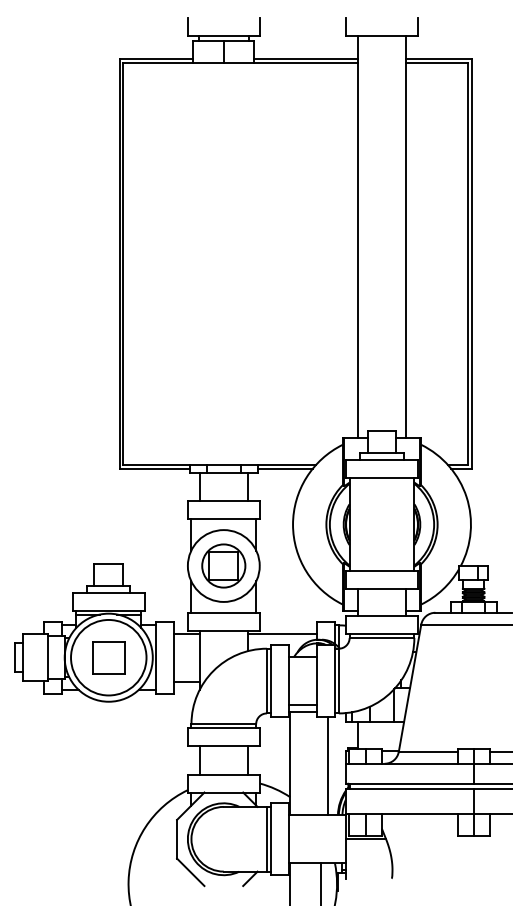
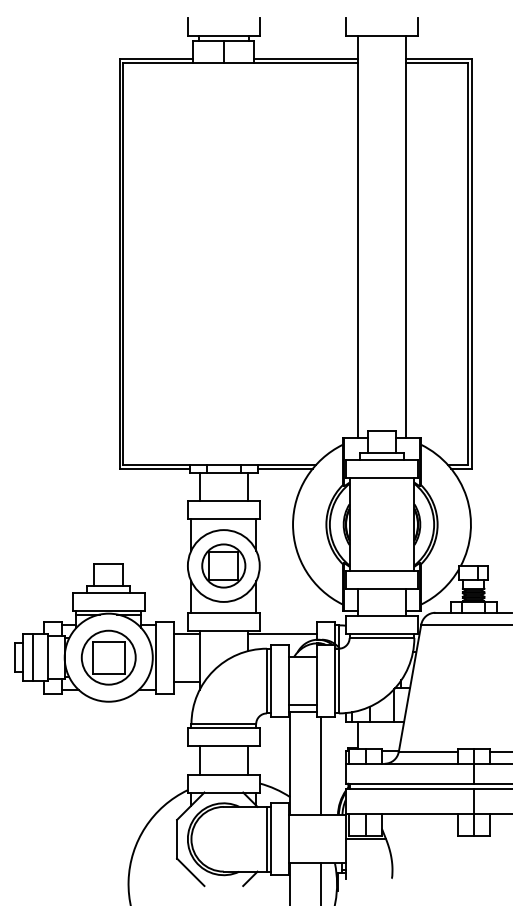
line at (33, 657): none -> present
circle at (108, 657) diameter: 76 px -> 54 px
line at (328, 766) position: (328, 766) -> (321, 766)
